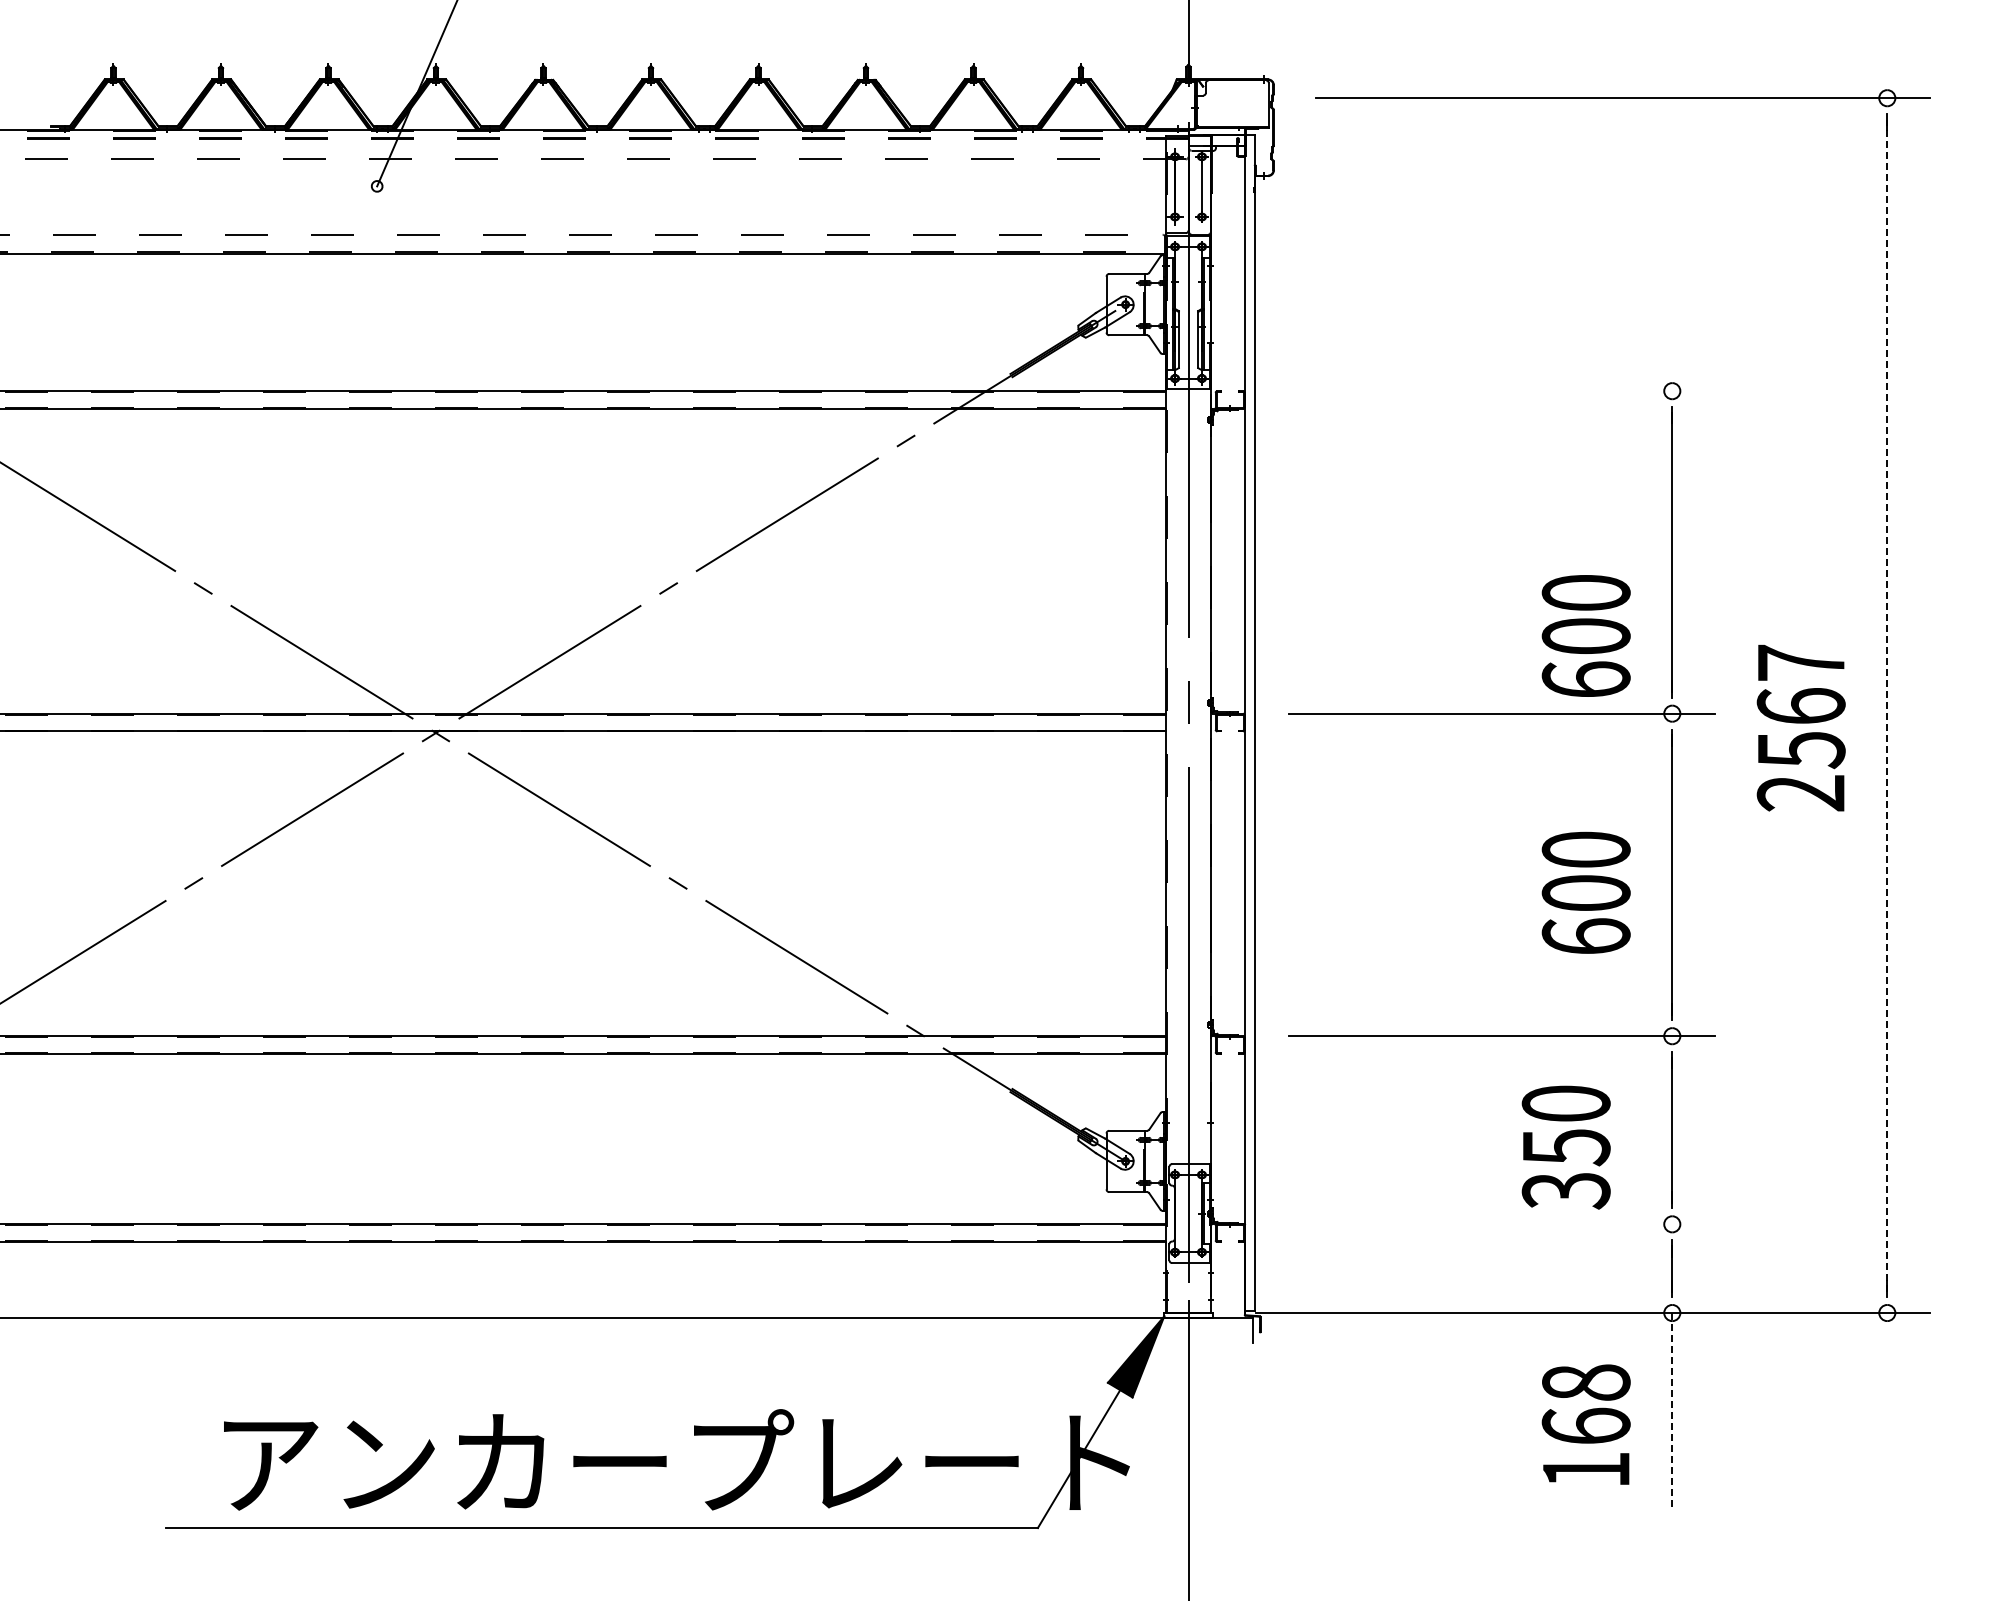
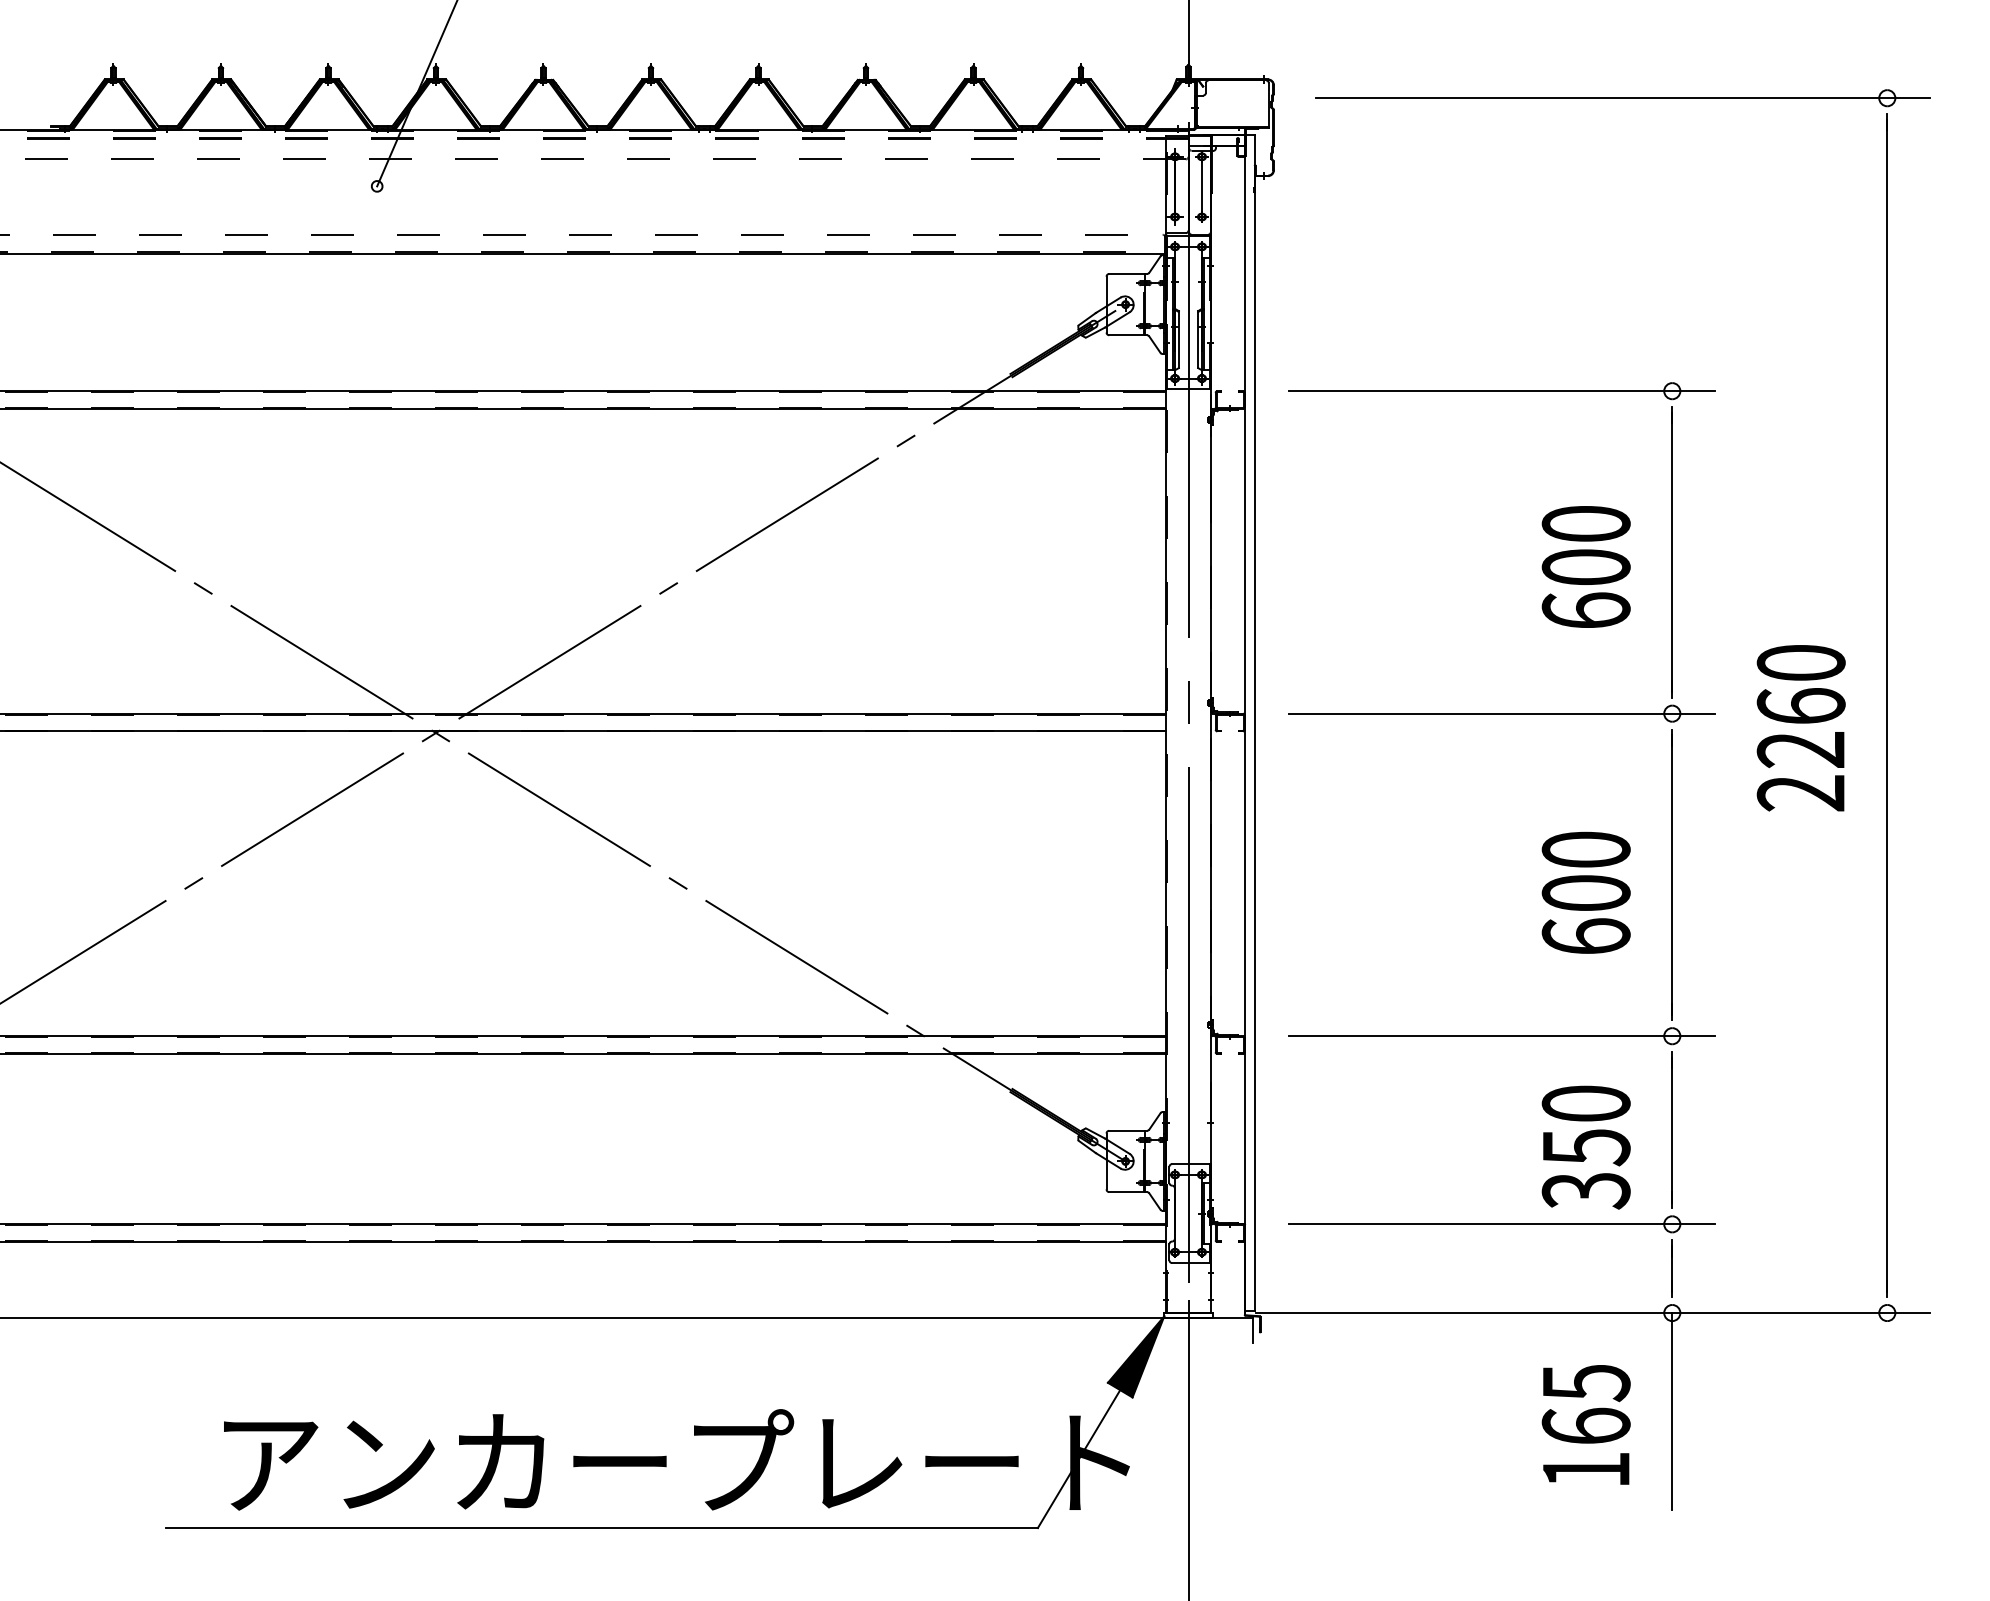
line at (1501, 391): none -> present
text at (1585, 635) position: (1585, 635) -> (1585, 566)
line at (1887, 705): dashed -> solid
text at (1800, 706): 2567 -> 2260
text at (1565, 1147) position: (1565, 1147) -> (1585, 1147)
line at (1501, 1224): none -> present
text at (1586, 1383): 168 -> 165
line at (1672, 1411): dashed -> solid
